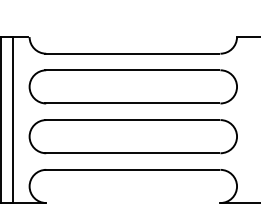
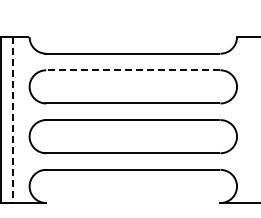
line at (131, 70): solid -> dashed
line at (13, 120): solid -> dashed
